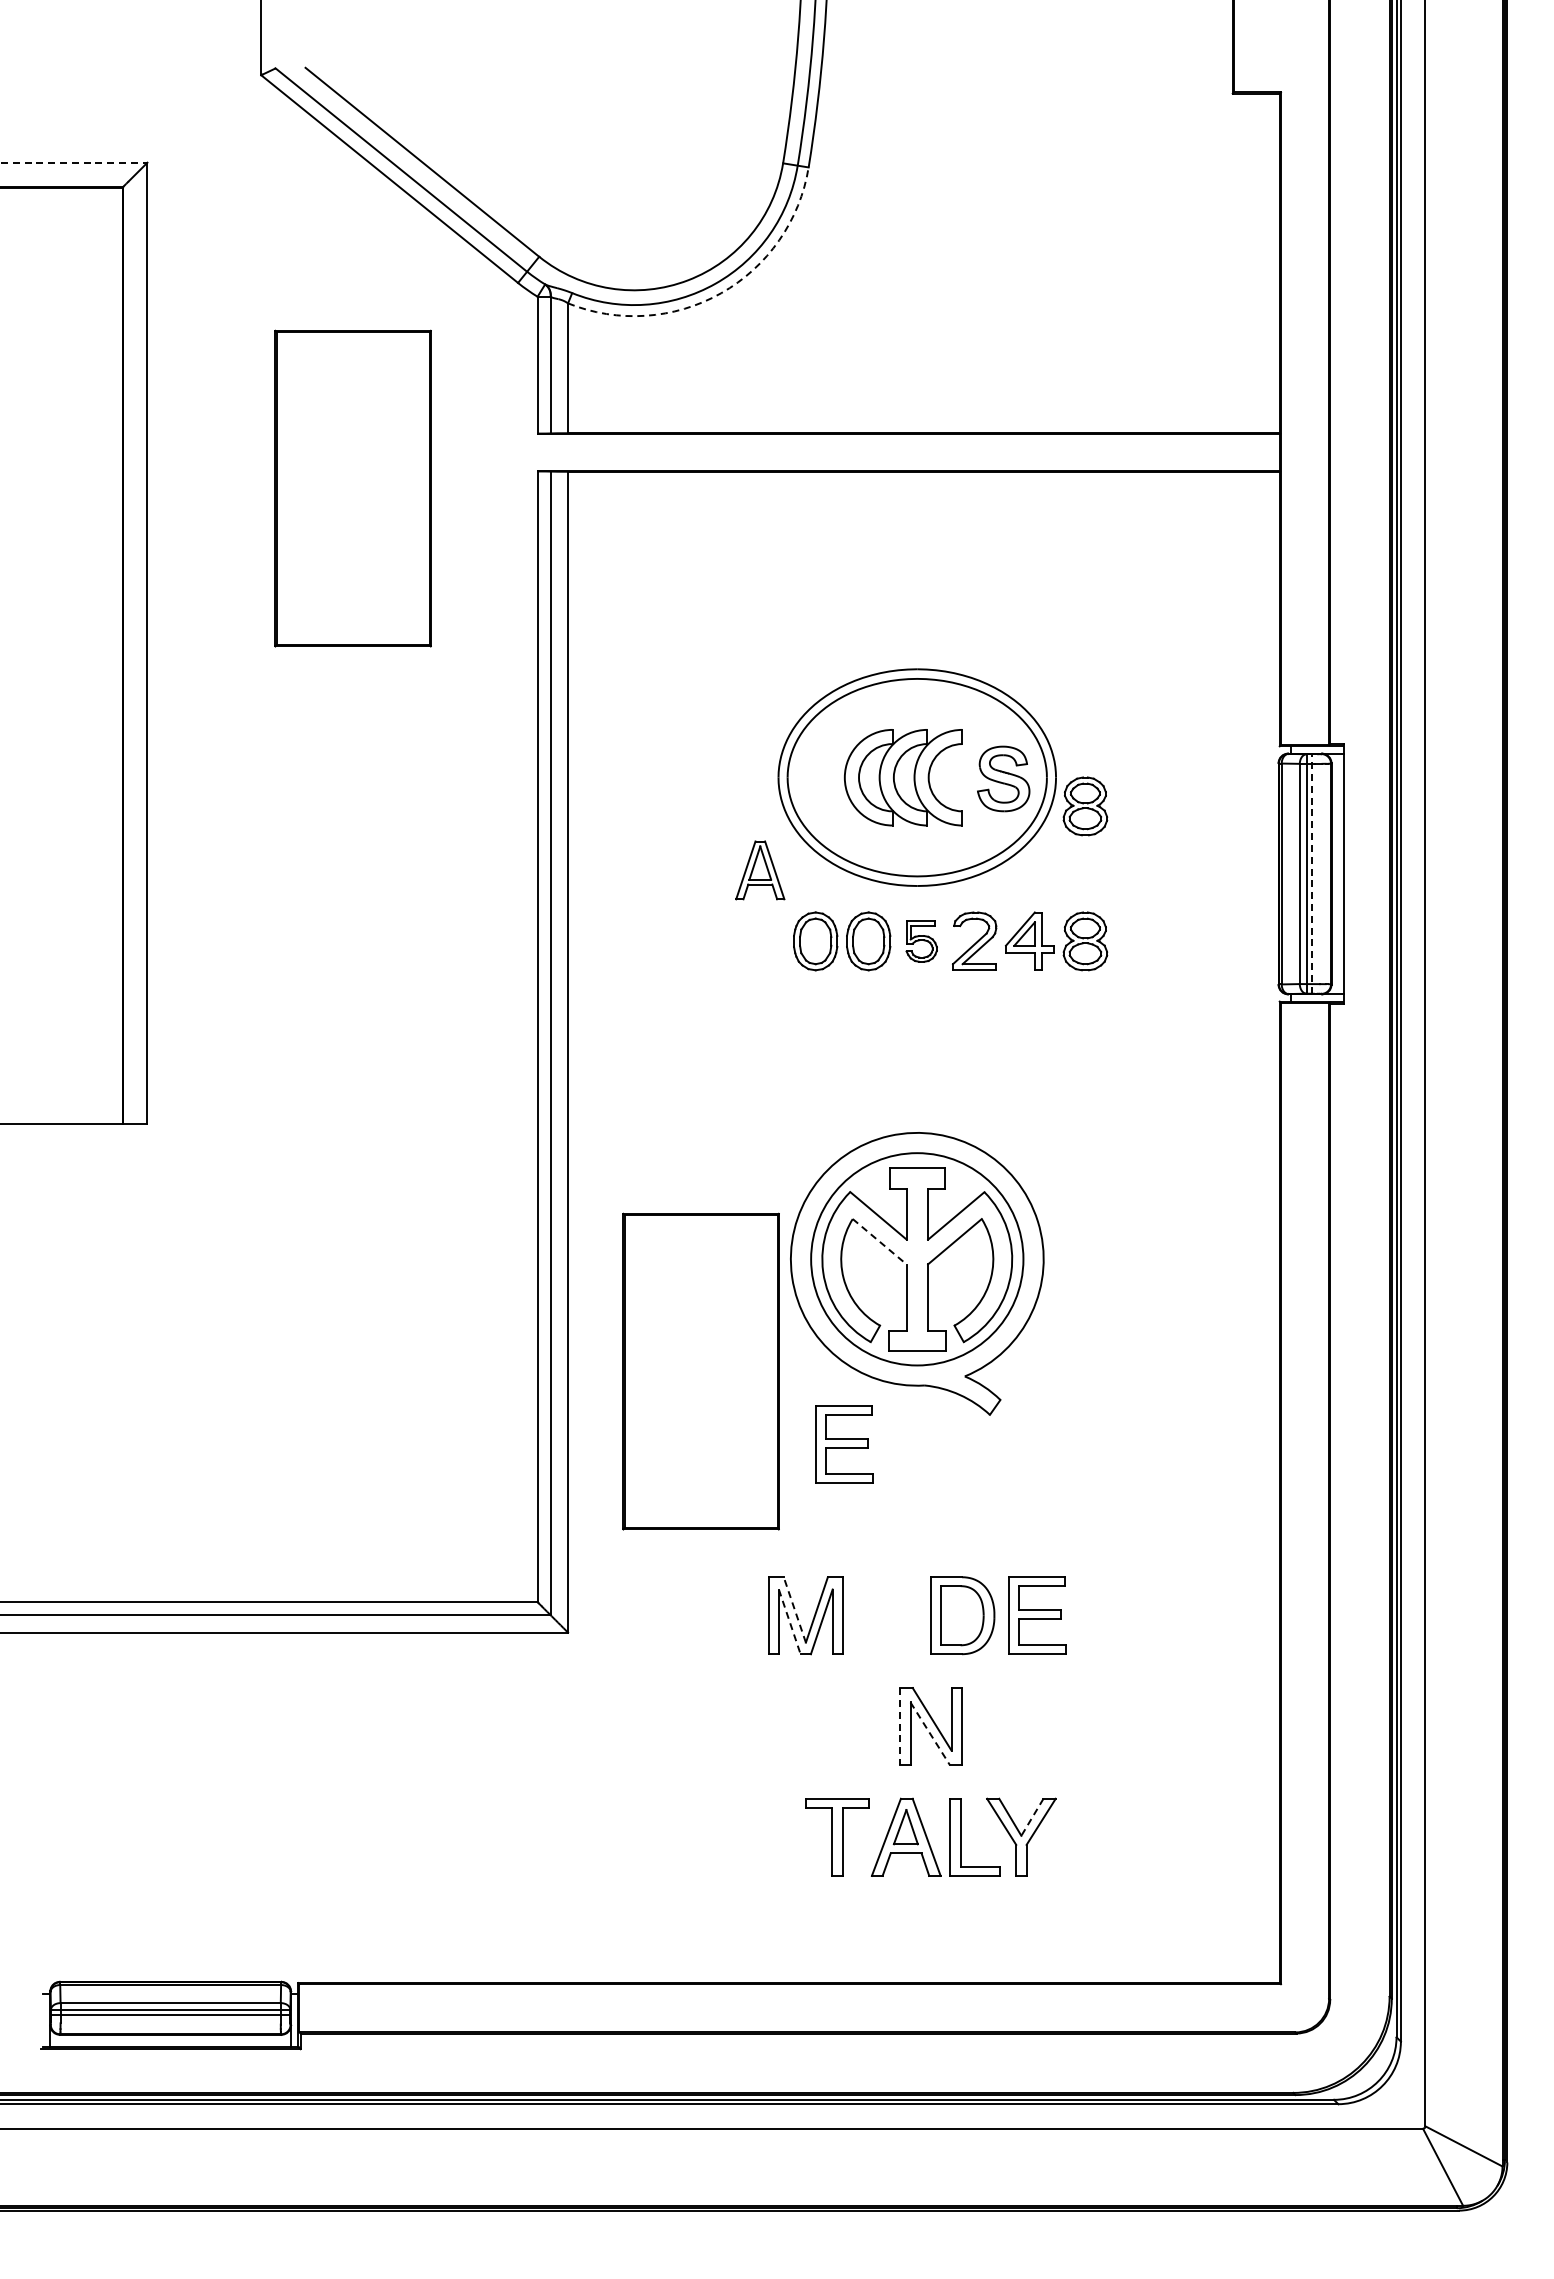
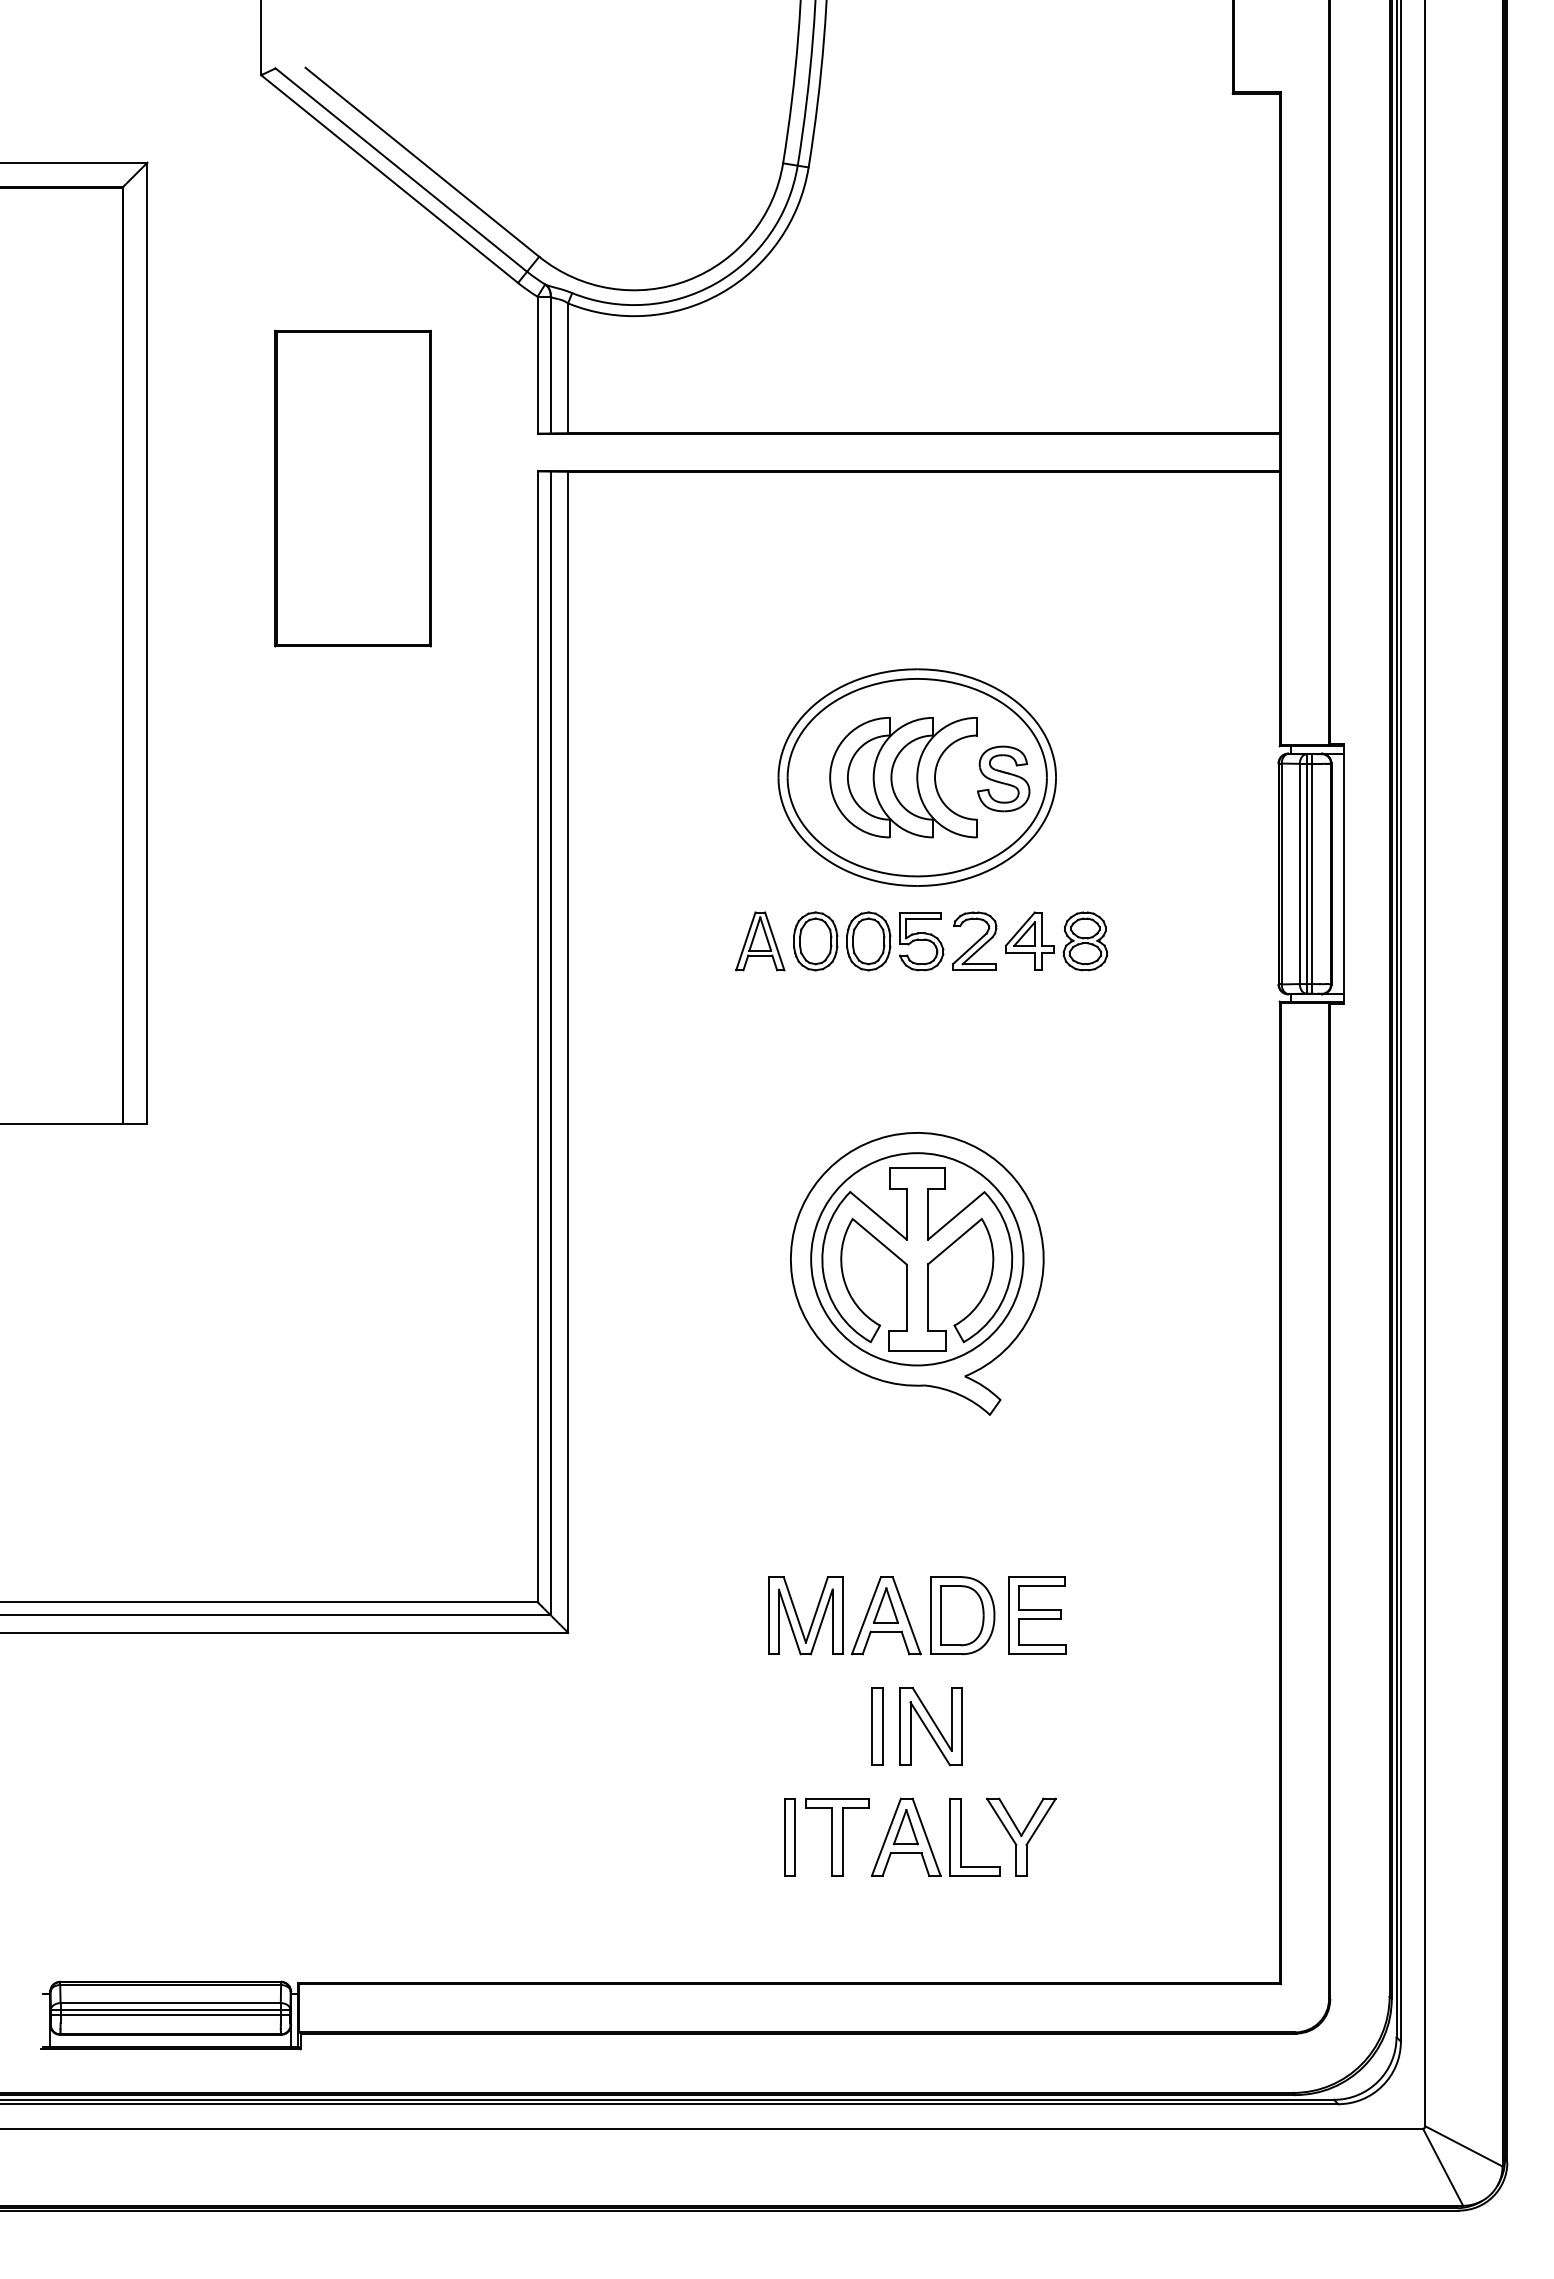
line at (74, 162): dashed -> solid
arc at (721, 293): dashed -> solid
part at (902, 777) size: 120x98 px -> 149x122 px
part at (1085, 806): present -> none
part at (760, 870) position: (760, 870) -> (760, 941)
line at (1311, 873): dashed -> solid
part at (921, 941) size: 33x43 px -> 46x60 px
line at (880, 1242): dashed -> solid
part at (700, 1371): present -> none
part at (844, 1444): present -> none
line at (794, 1609): dashed -> solid
part at (886, 1615): none -> present
line at (789, 1622): dashed -> solid
part at (877, 1726): none -> present
line at (900, 1726): dashed -> solid
line at (930, 1733): dashed -> solid
line at (1032, 1817): dashed -> solid
part at (789, 1837): none -> present
